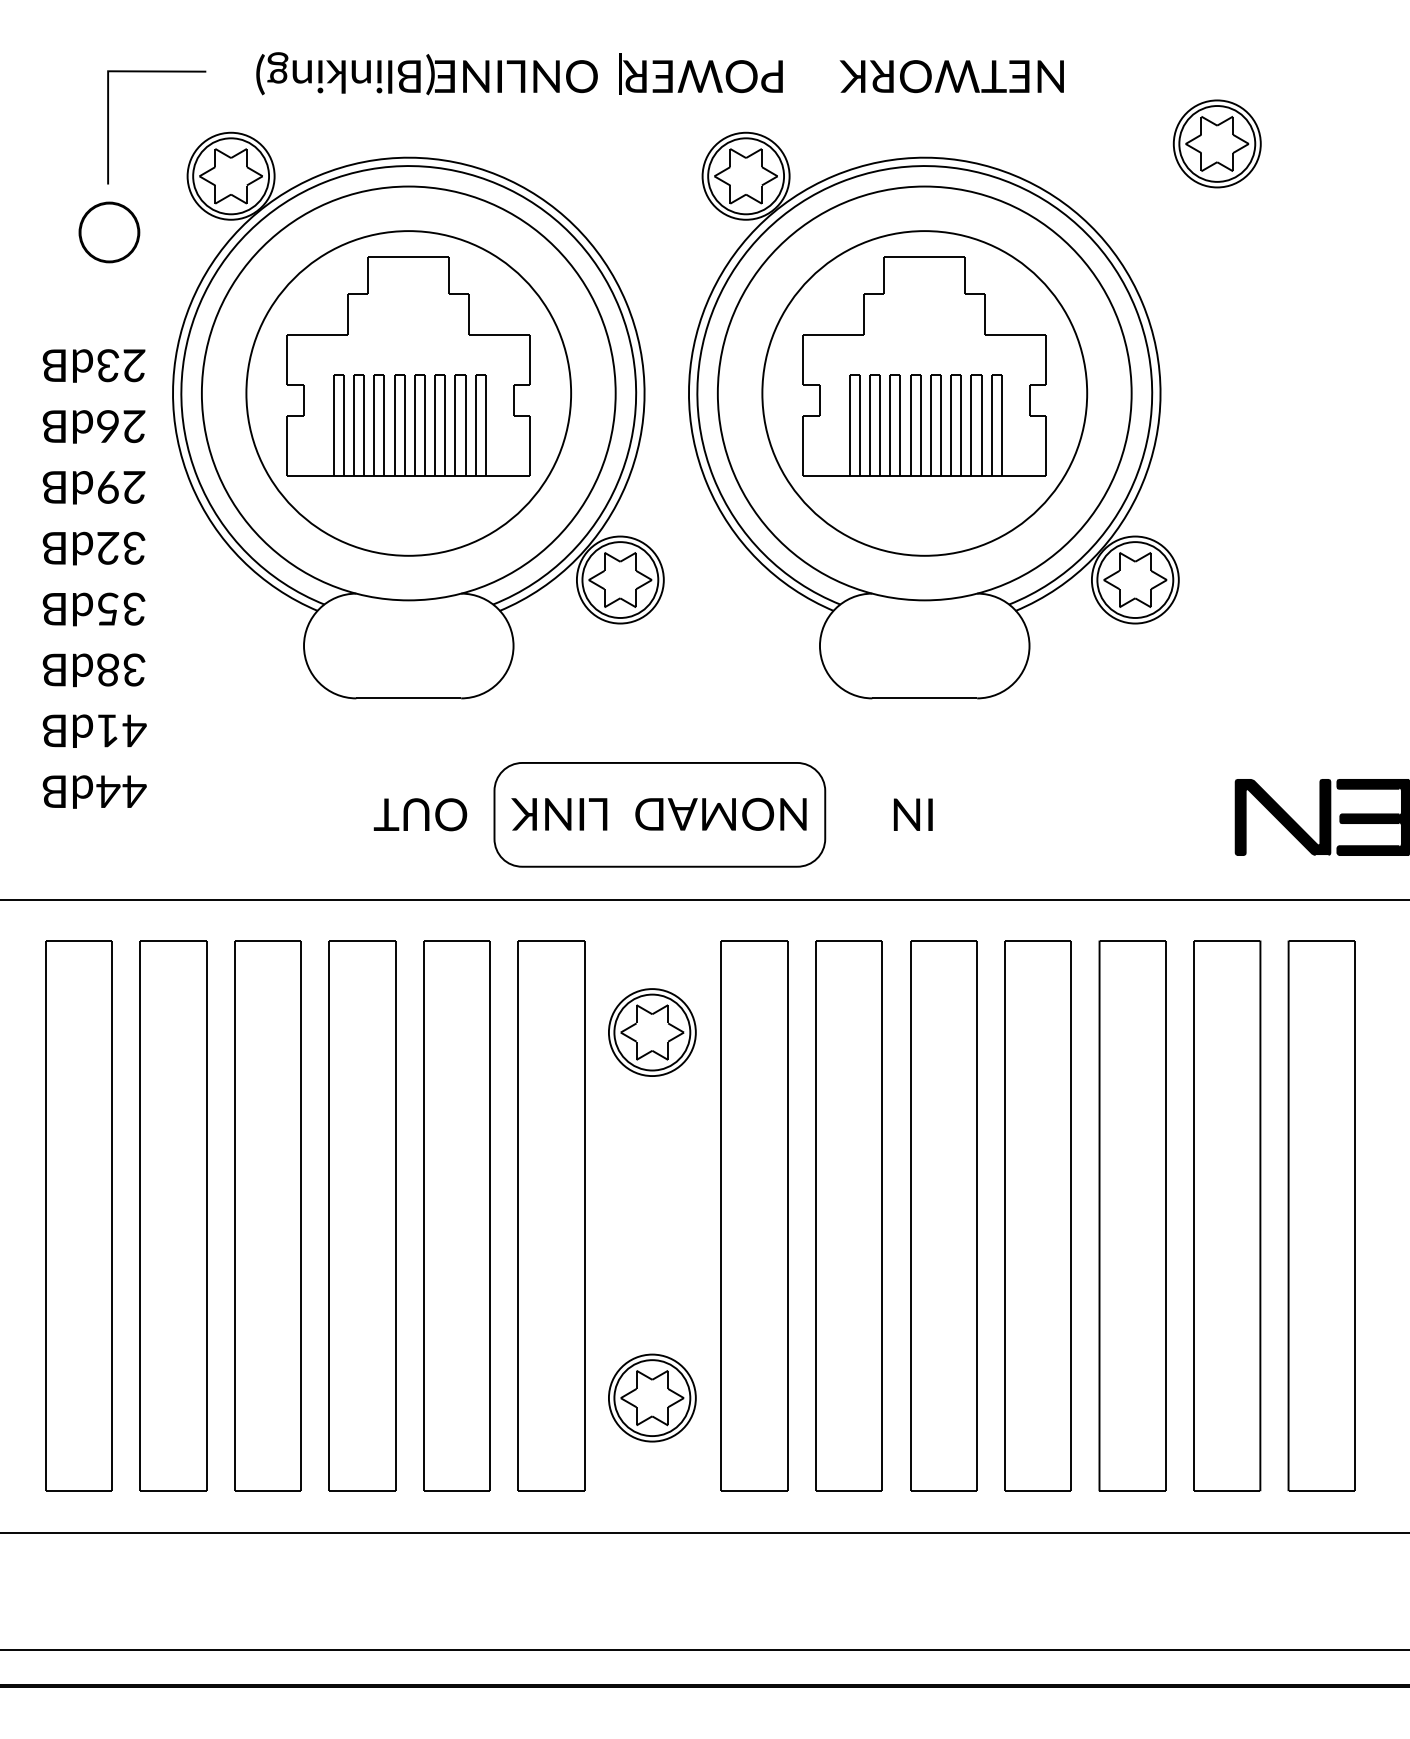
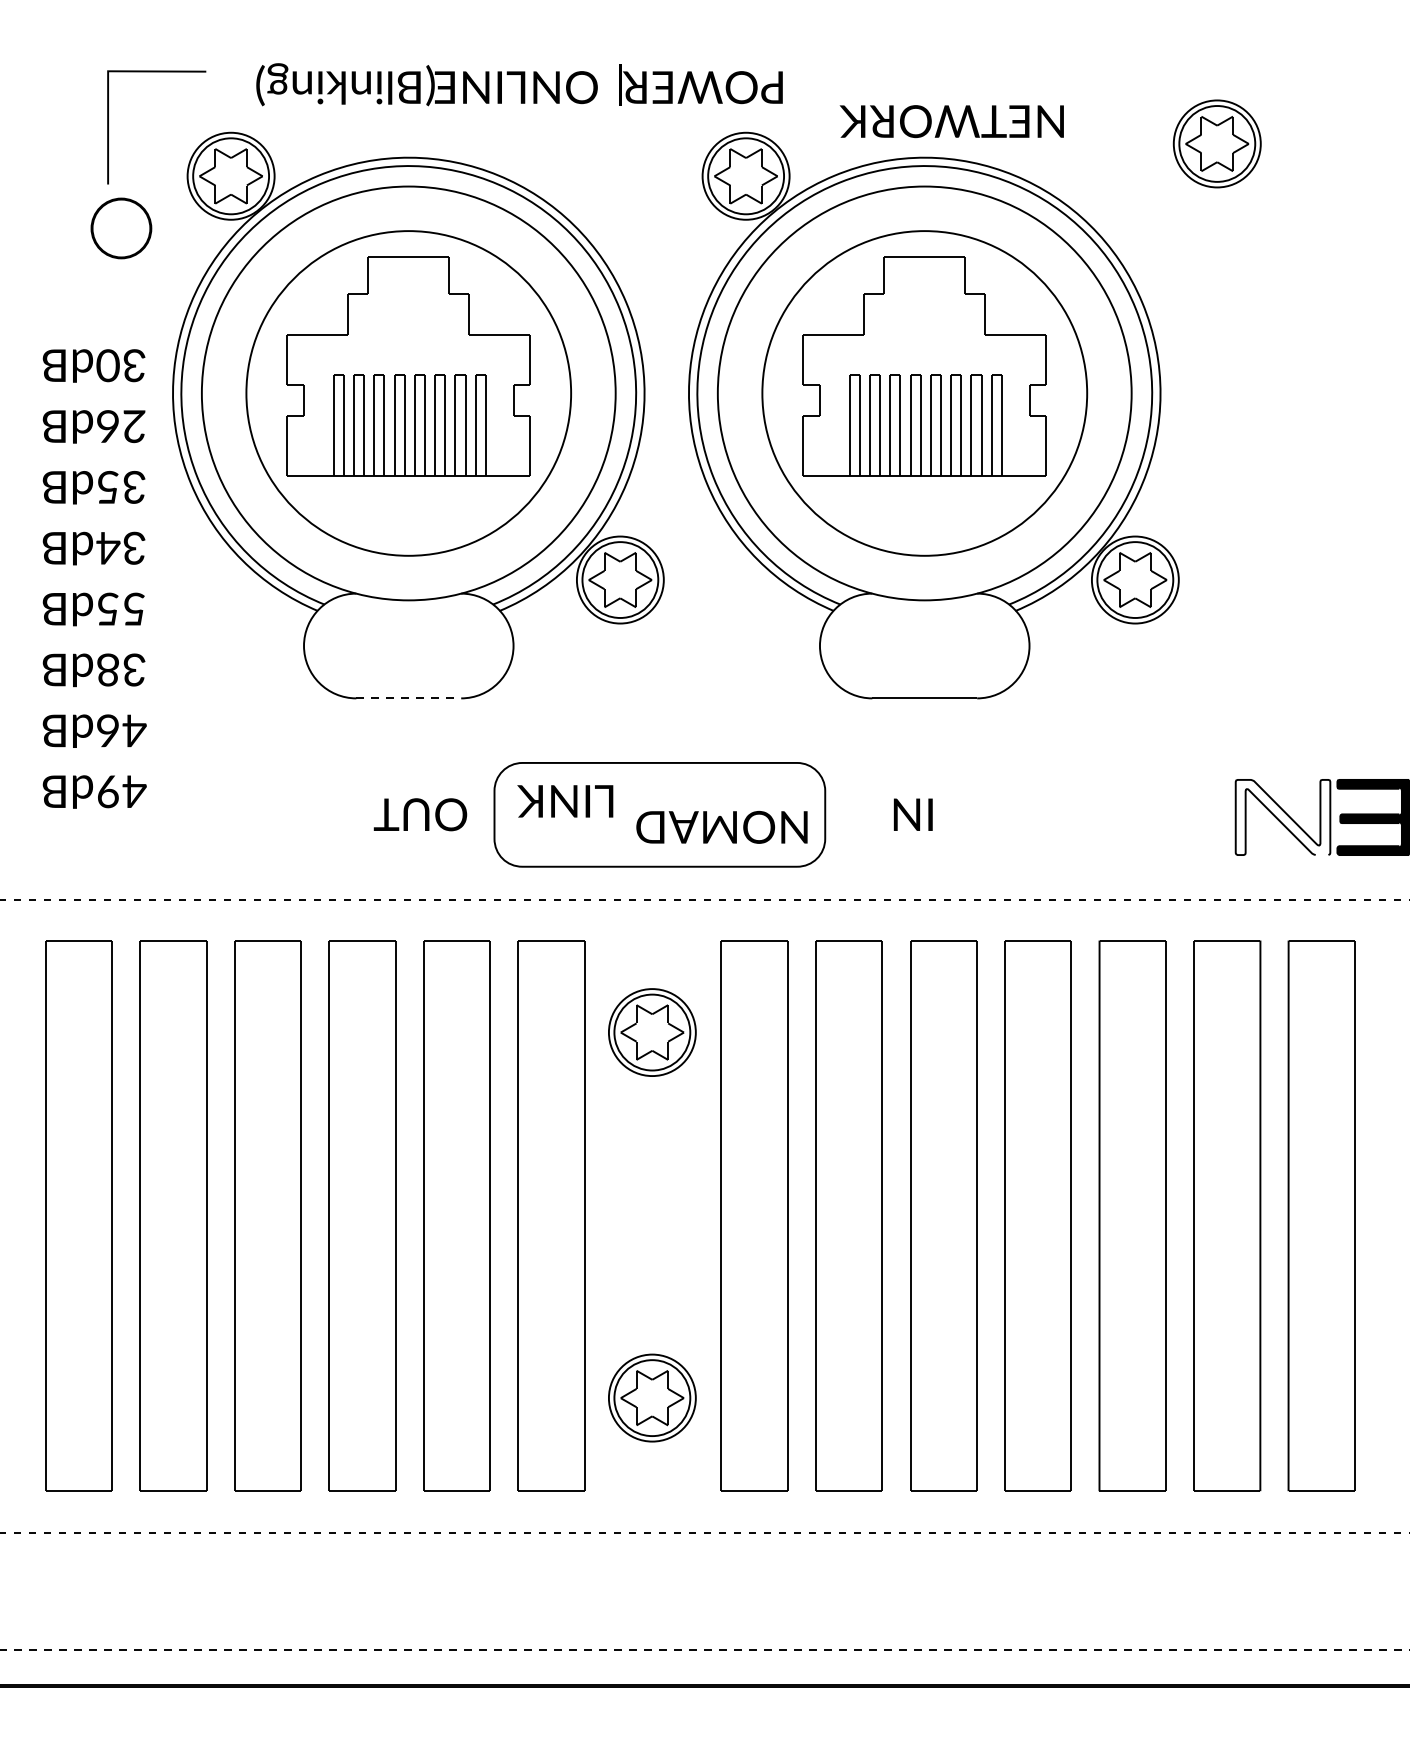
text at (519, 73) position: (519, 73) -> (519, 84)
text at (951, 76) position: (951, 76) -> (951, 121)
part at (109, 232) position: (109, 232) -> (121, 228)
text at (120, 365): 23dB -> 30dB
text at (121, 486): 29dB -> 35dB
text at (108, 548): 32dB -> 34dB
text at (134, 608): 35dB -> 55dB
line at (409, 698): solid -> dashed
text at (107, 730): 41dB -> 46dB
text at (108, 791): 44dB -> 49dB
text at (559, 814) position: (559, 814) -> (565, 801)
text at (720, 814) position: (720, 814) -> (721, 827)
fill at (1282, 817): present -> none
line at (703, 899): solid -> dashed
line at (703, 1532): solid -> dashed
line at (705, 1650): solid -> dashed
